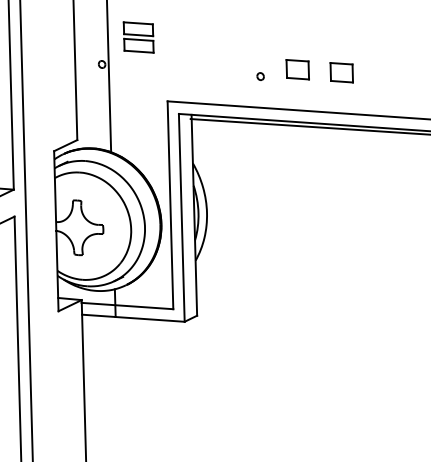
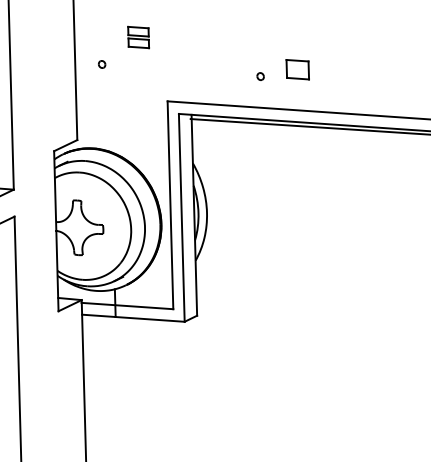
part at (138, 37) size: 33x33 px -> 23x25 px
part at (341, 72): present -> none
line at (109, 77): present -> none
line at (26, 230): present -> none
